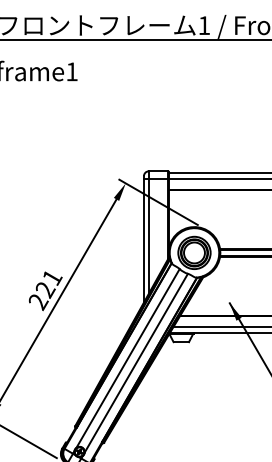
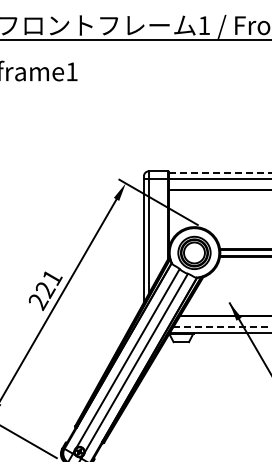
line at (220, 173): solid -> dashed
line at (222, 327): solid -> dashed
